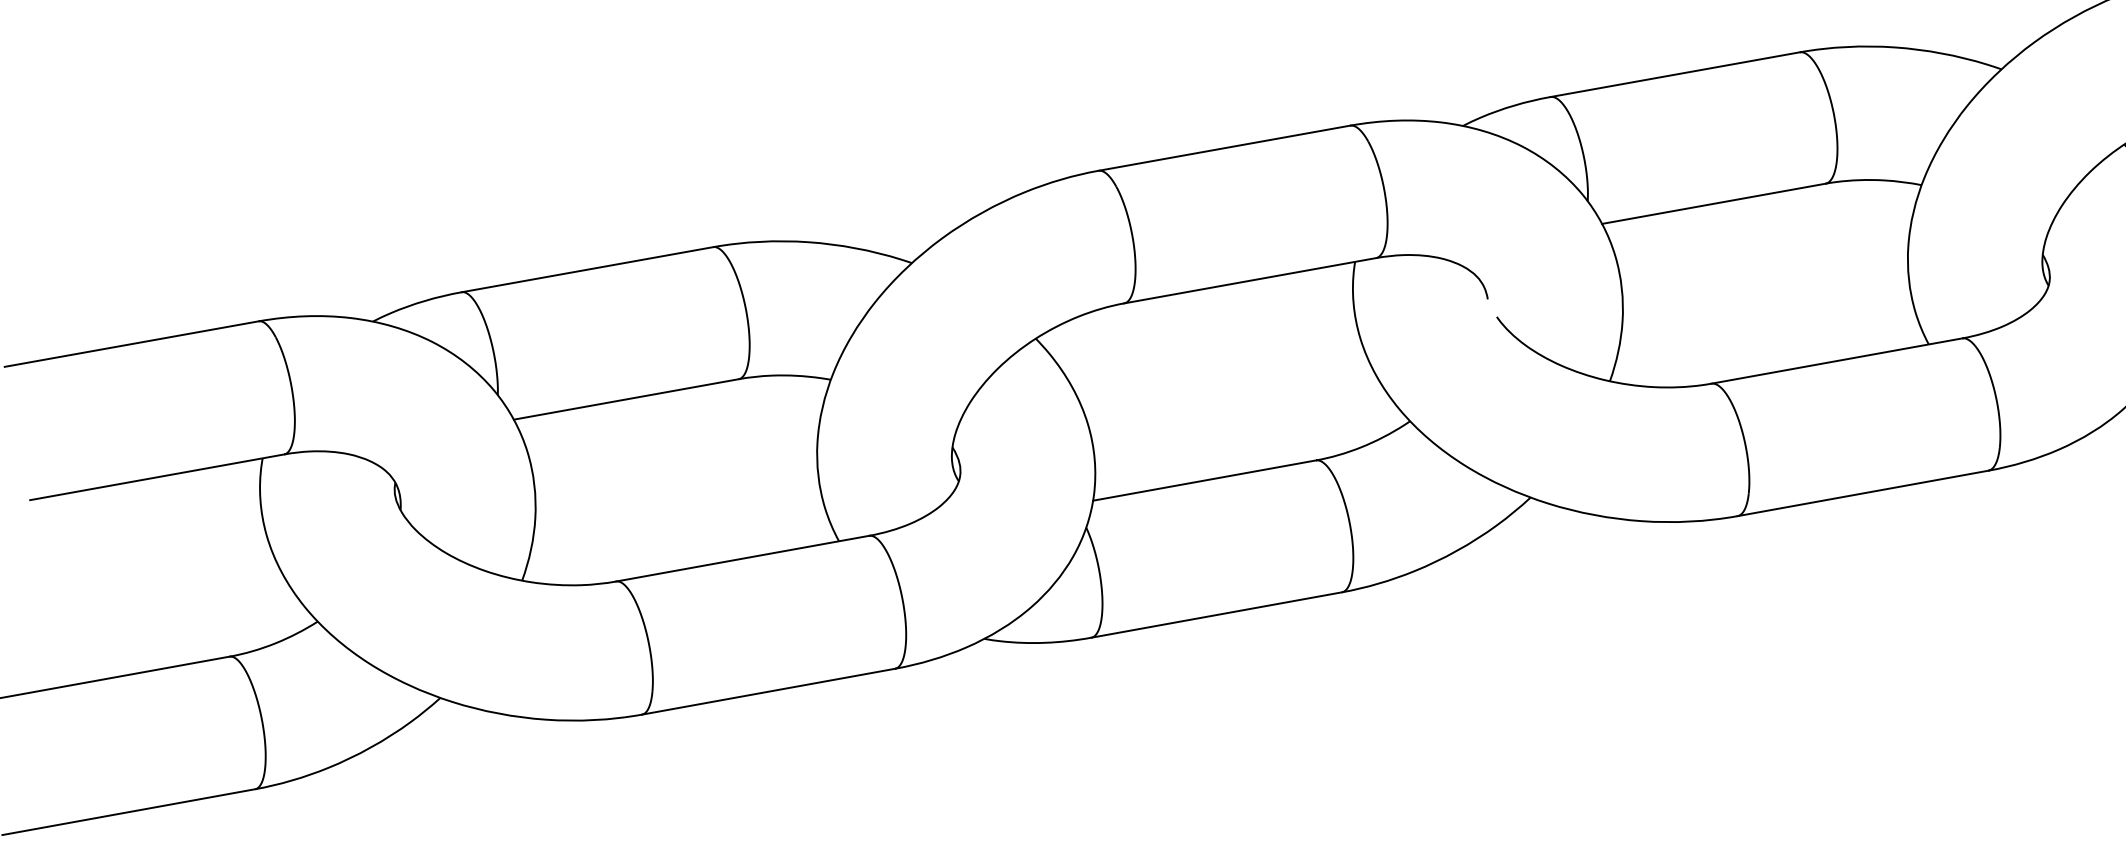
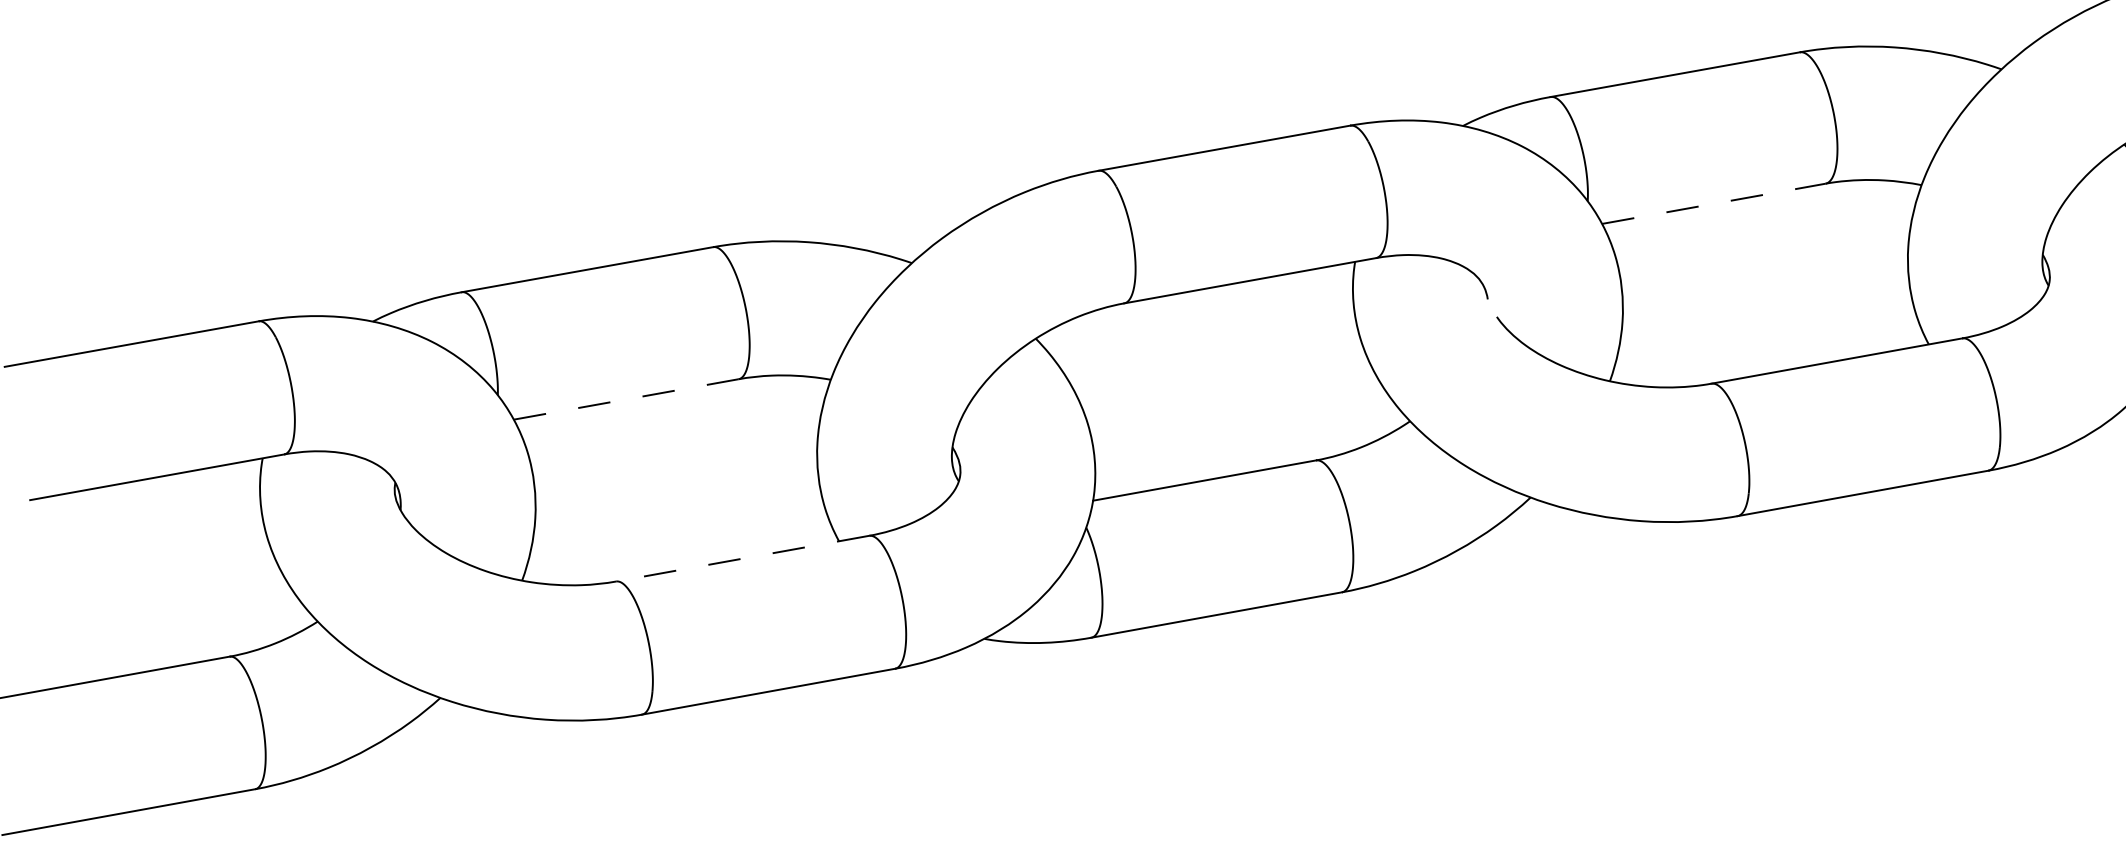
line at (1714, 203): solid -> dashed
line at (626, 399): solid -> dashed
line at (742, 558): solid -> dashed
